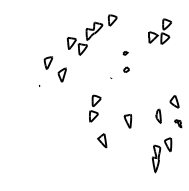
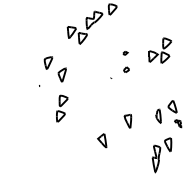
part at (159, 31) position: (159, 31) -> (159, 50)
part at (91, 34) position: (91, 34) -> (91, 23)
part at (174, 101) position: (174, 101) -> (172, 106)
part at (95, 108) position: (95, 108) -> (62, 108)
